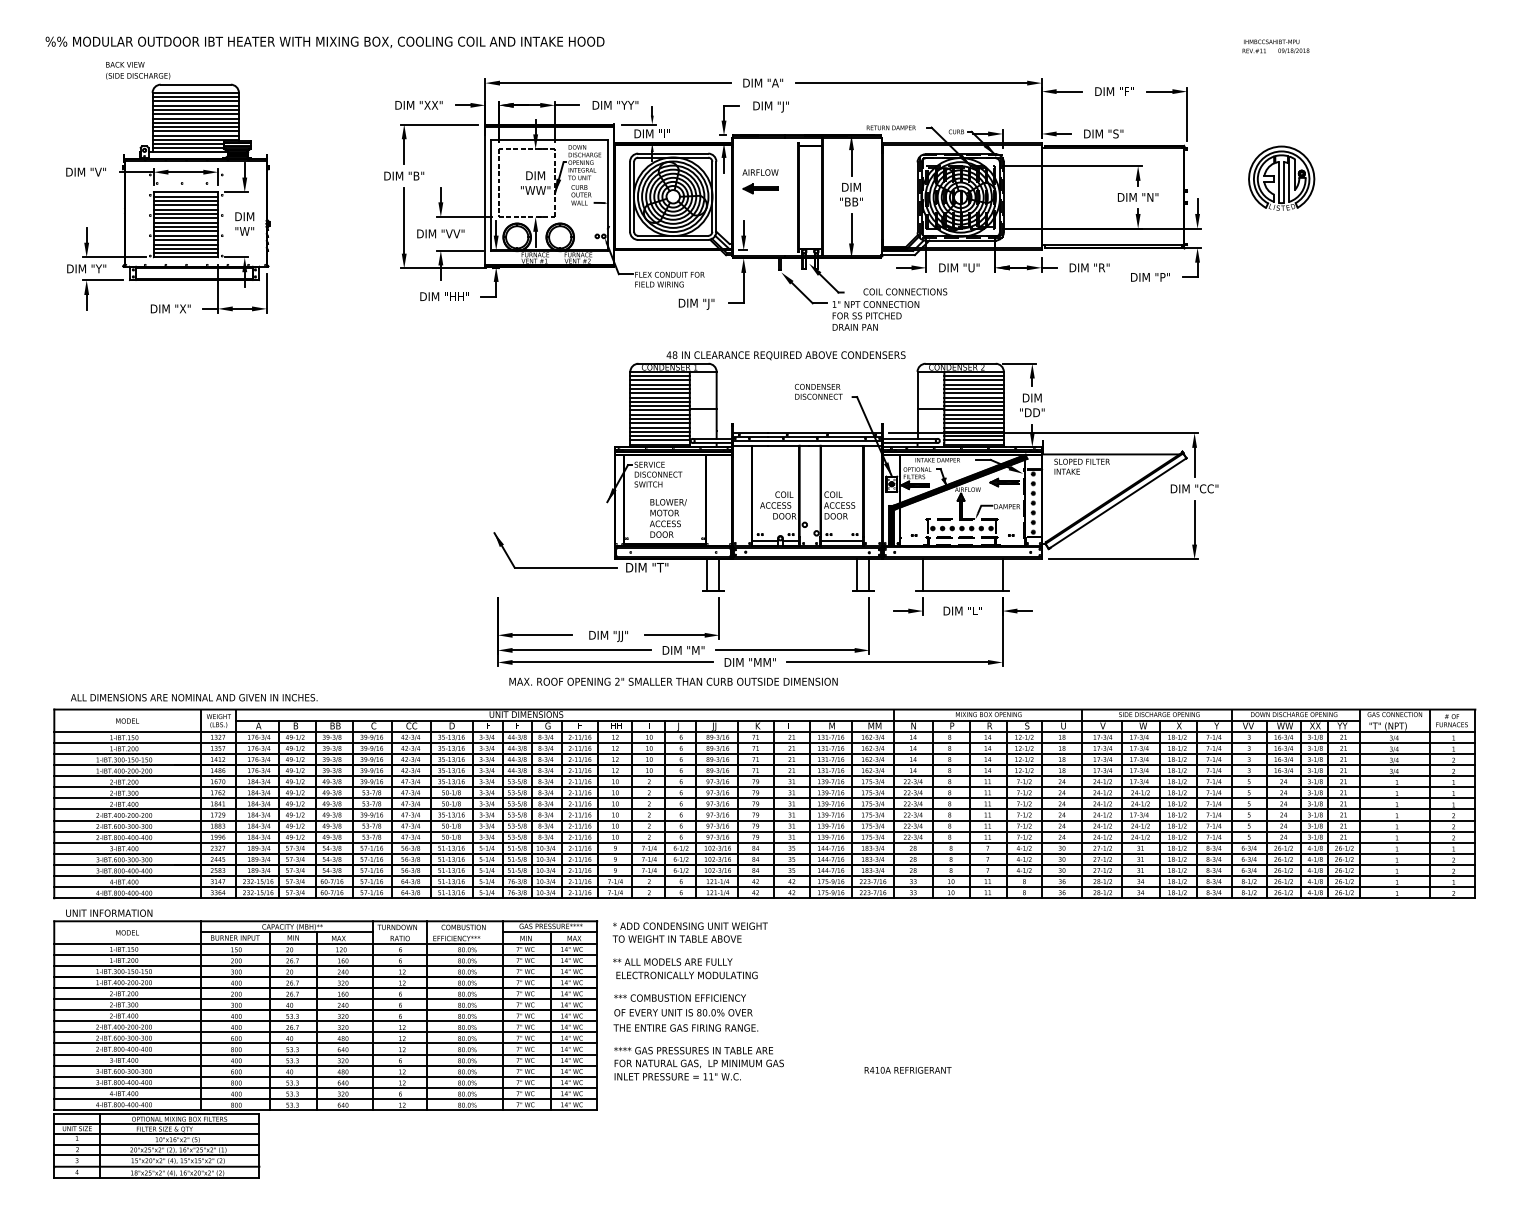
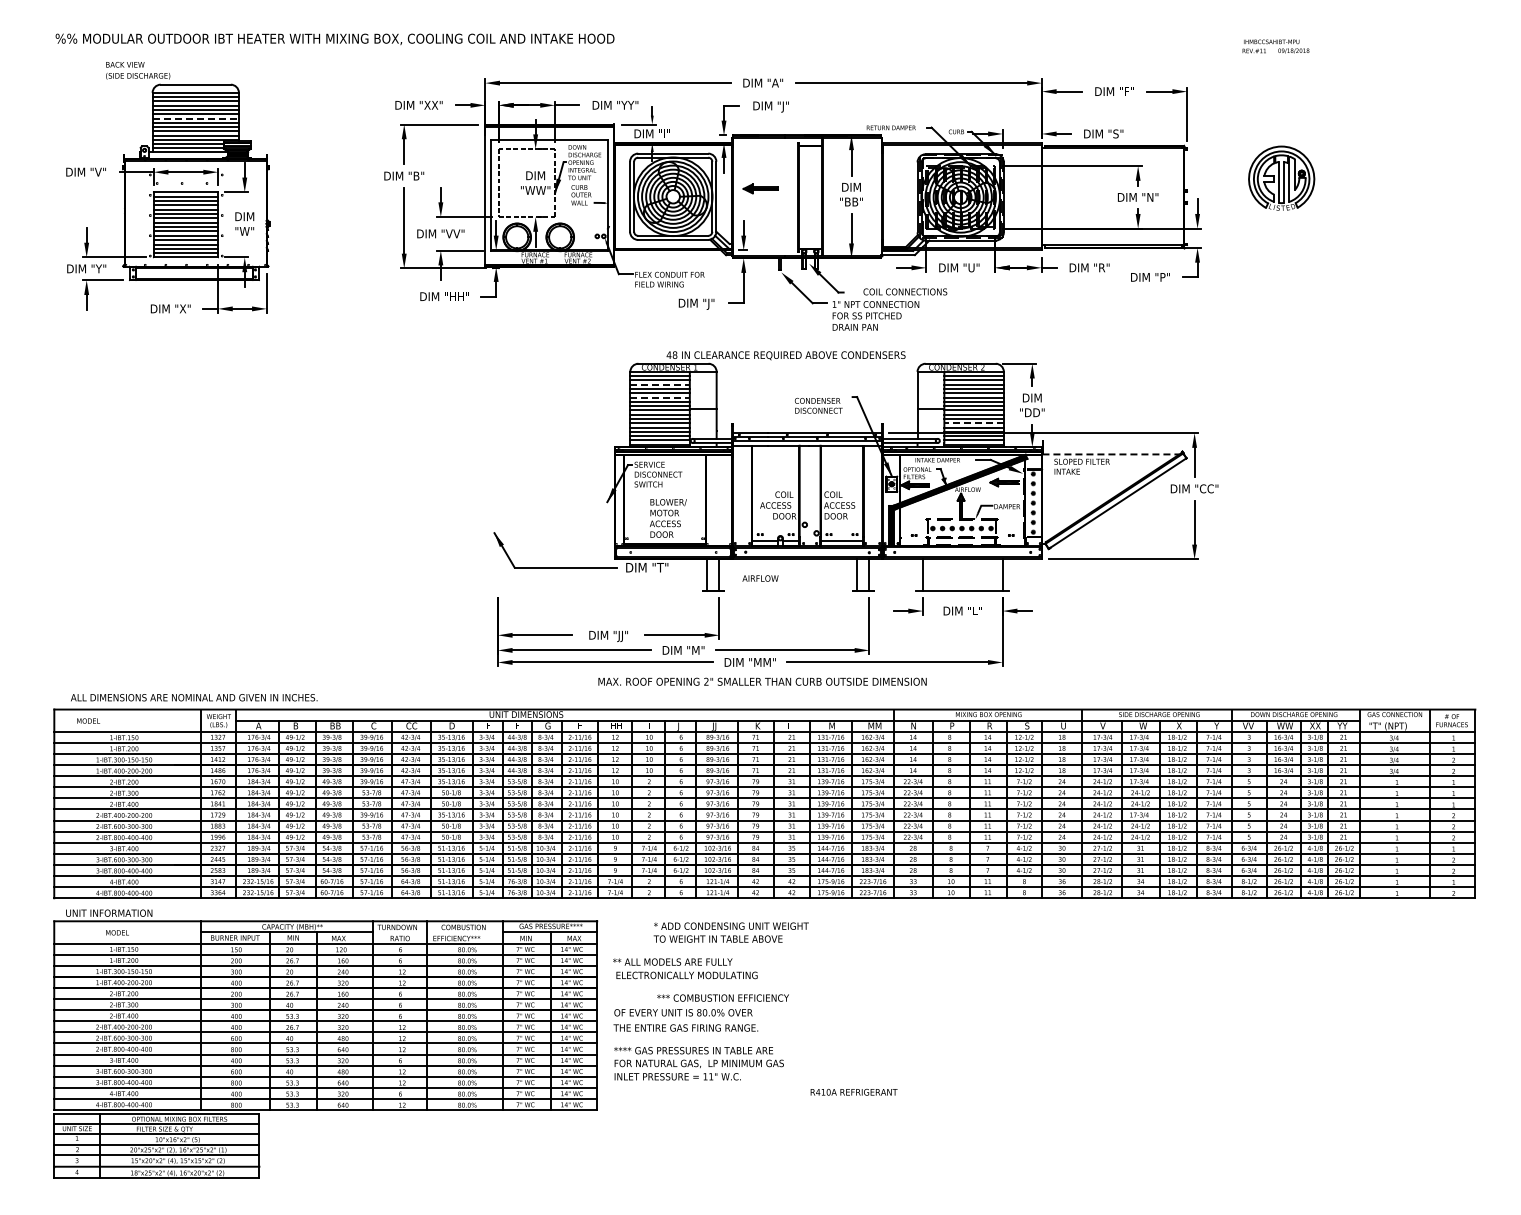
text at (324, 42) position: (324, 42) -> (334, 39)
line at (196, 118): solid -> dashed
text at (760, 172) position: (760, 172) -> (760, 578)
line at (660, 384): solid -> dashed
text at (818, 391) position: (818, 391) -> (818, 405)
line at (660, 397): solid -> dashed
line at (974, 423): solid -> dashed
line at (1110, 454): solid -> dashed
text at (673, 681) position: (673, 681) -> (762, 681)
text at (127, 720) position: (127, 720) -> (88, 720)
text at (127, 932) position: (127, 932) -> (117, 932)
text at (689, 932) position: (689, 932) -> (730, 932)
text at (679, 997) position: (679, 997) -> (722, 997)
text at (907, 1070) position: (907, 1070) -> (853, 1092)
